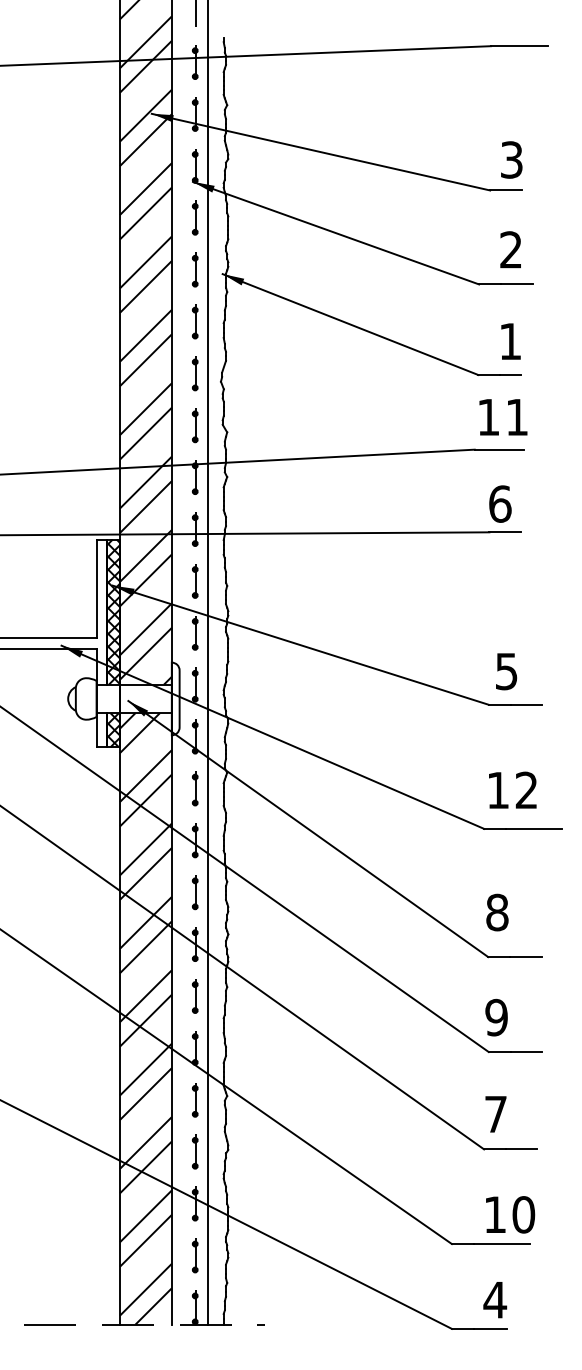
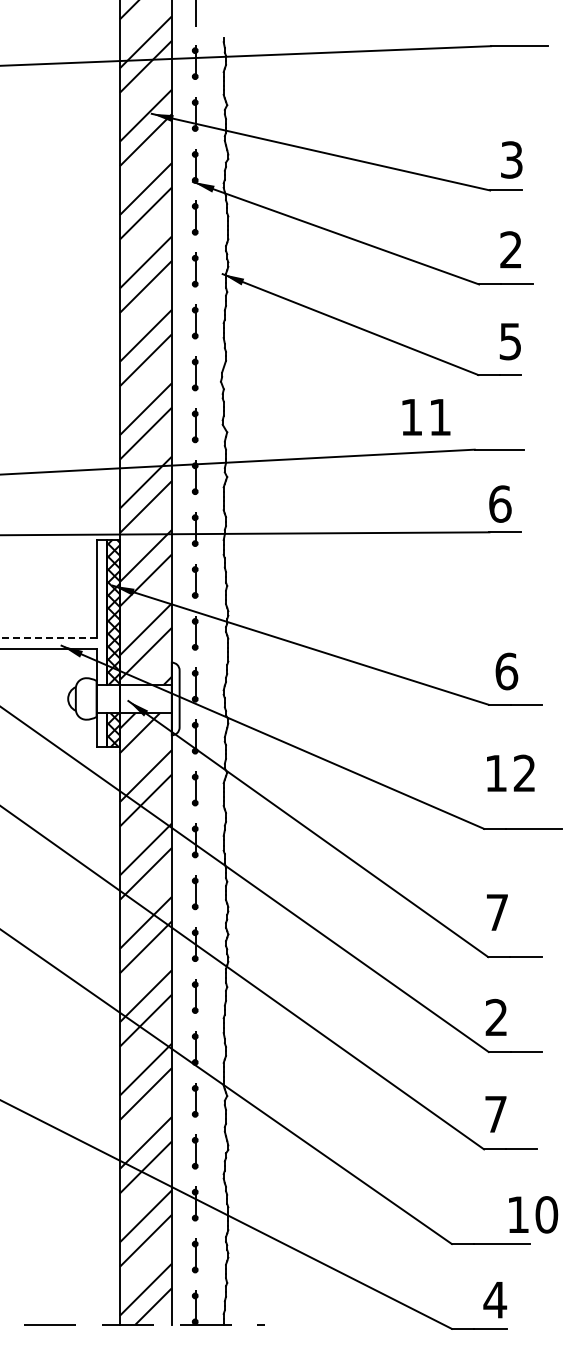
text at (509, 341): 1 -> 5
text at (503, 417) position: (503, 417) -> (426, 417)
line at (48, 638): solid -> dashed
line at (208, 663): present -> none
text at (506, 671): 5 -> 6
text at (512, 789) position: (512, 789) -> (510, 772)
text at (497, 912): 8 -> 7
text at (496, 1017): 9 -> 2
text at (510, 1214) position: (510, 1214) -> (533, 1214)
